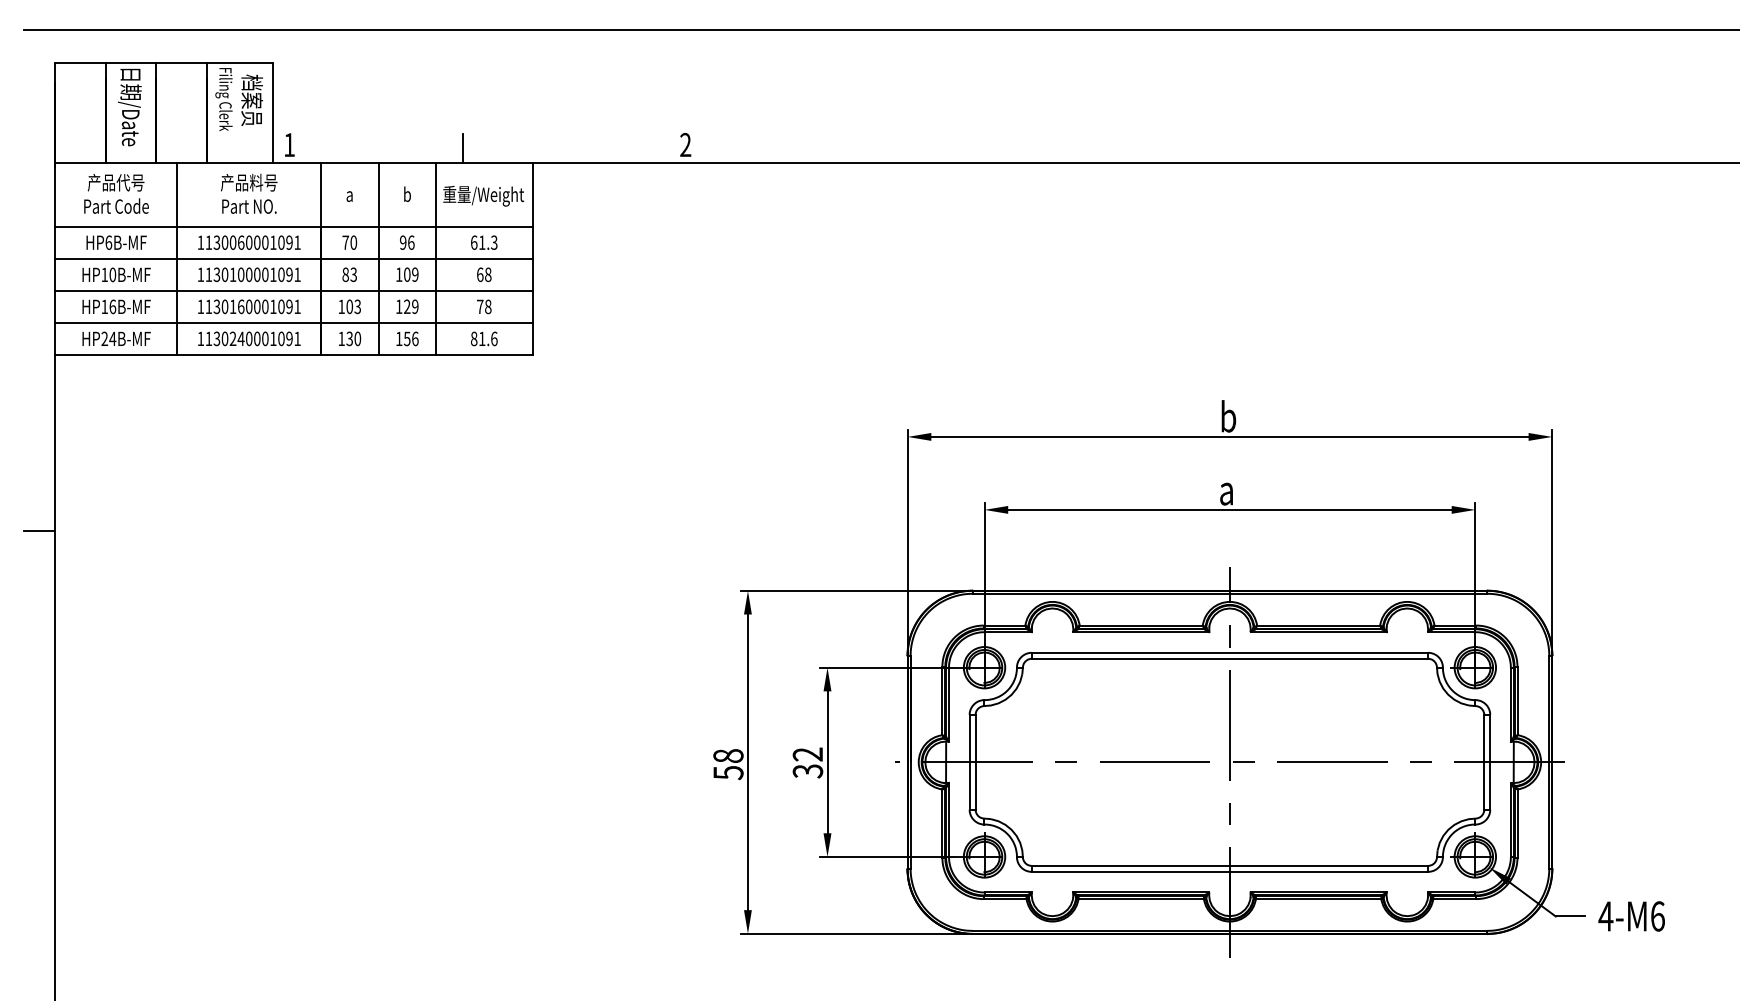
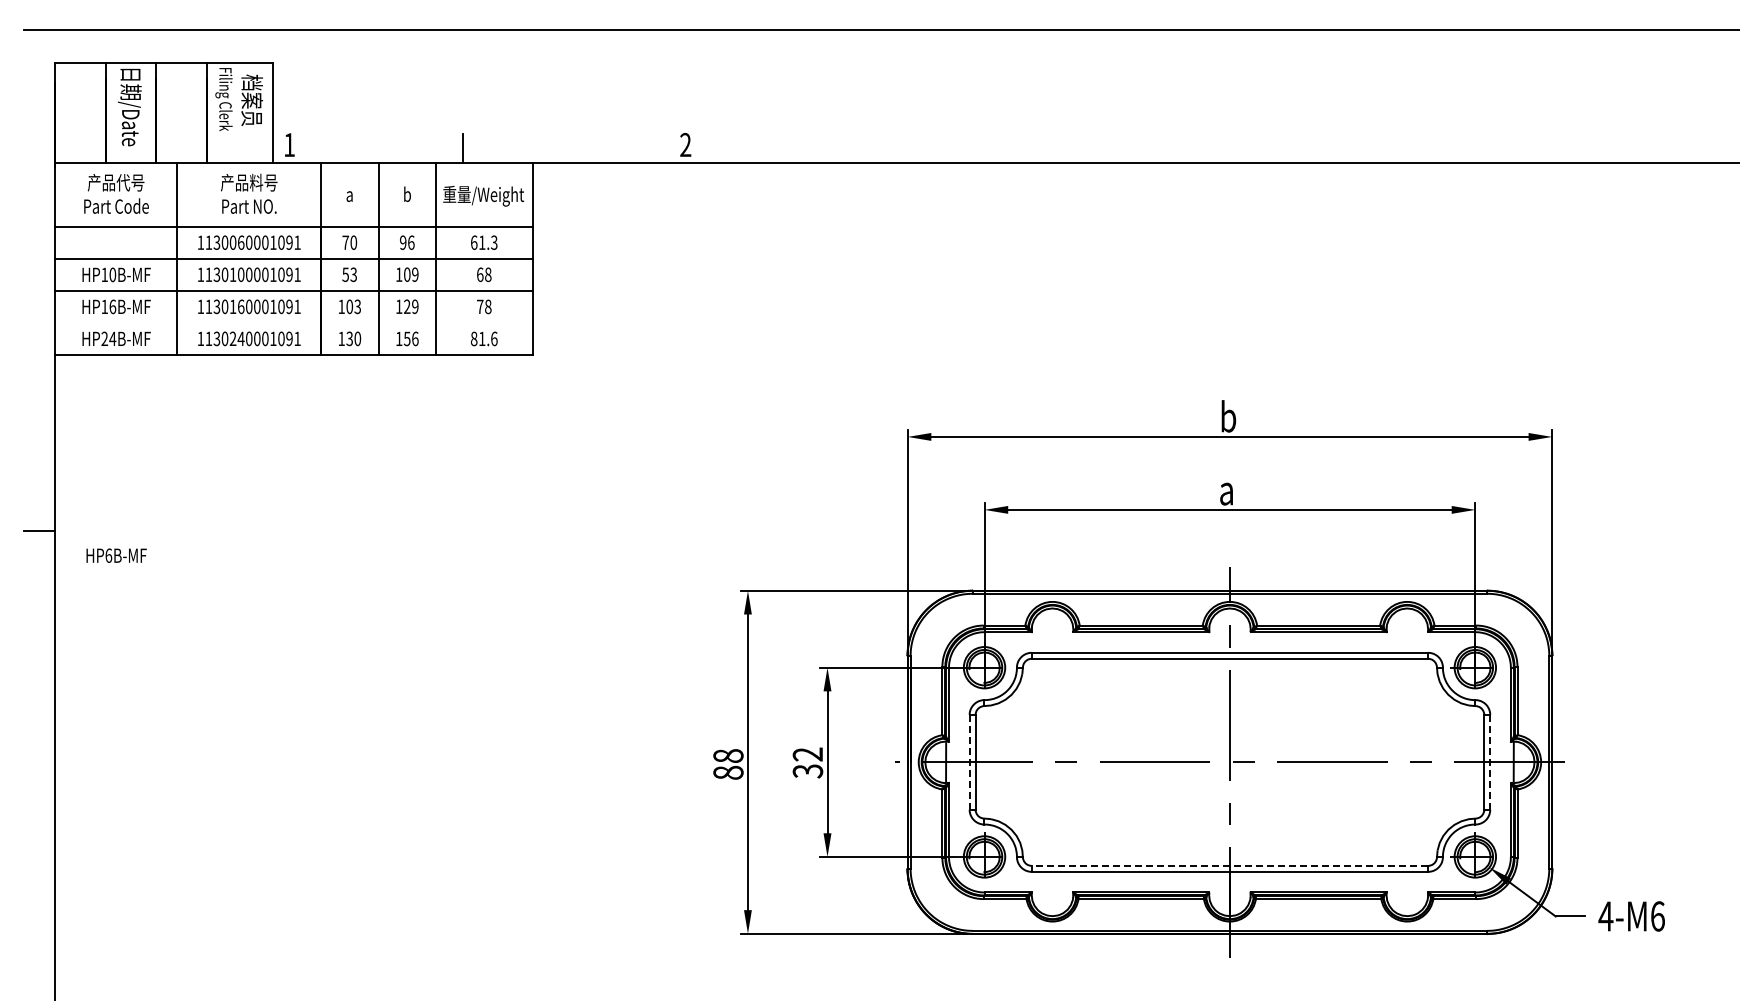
text at (116, 242) position: (116, 242) -> (116, 555)
text at (345, 274): 83 -> 53
line at (293, 322): present -> none
line at (969, 761): solid -> dashed
line at (1490, 762): solid -> dashed
text at (728, 772): 58 -> 88
line at (1229, 865): solid -> dashed
